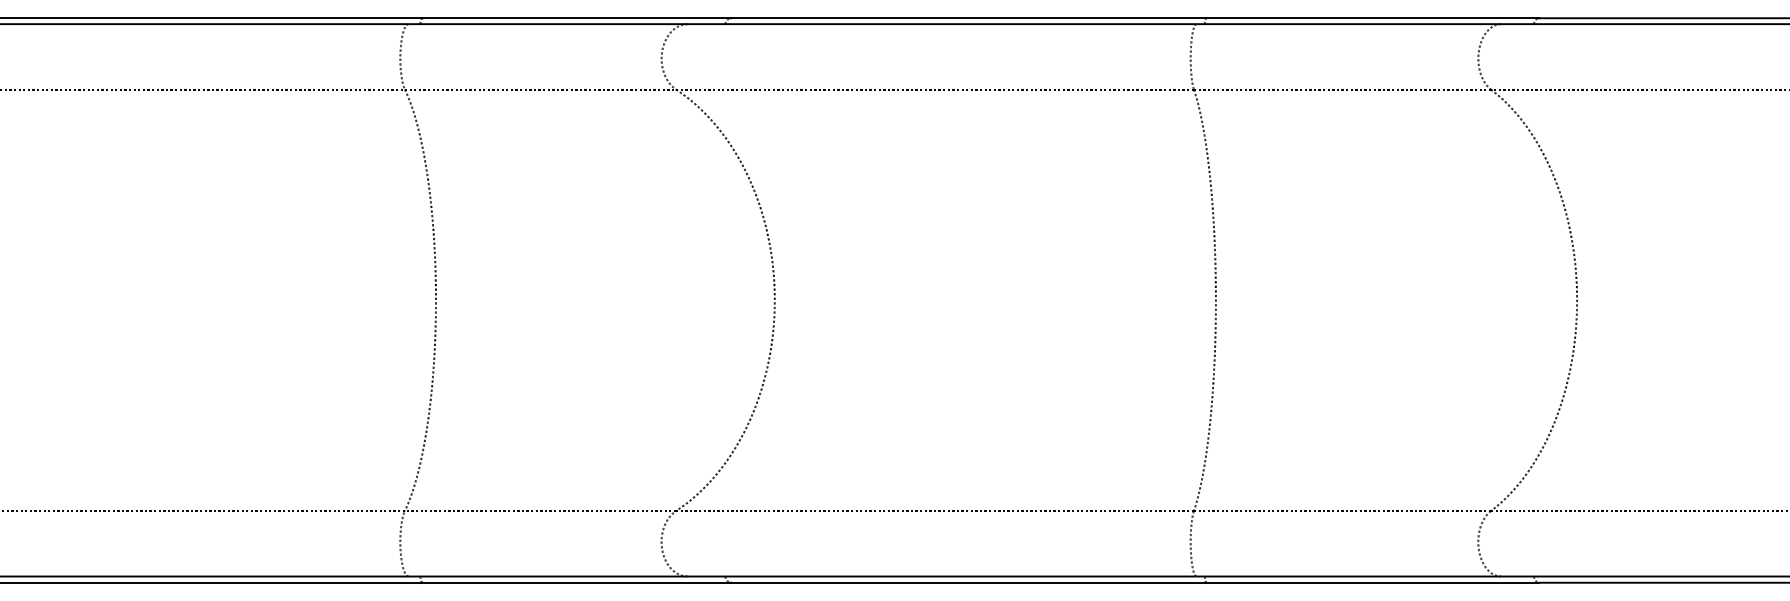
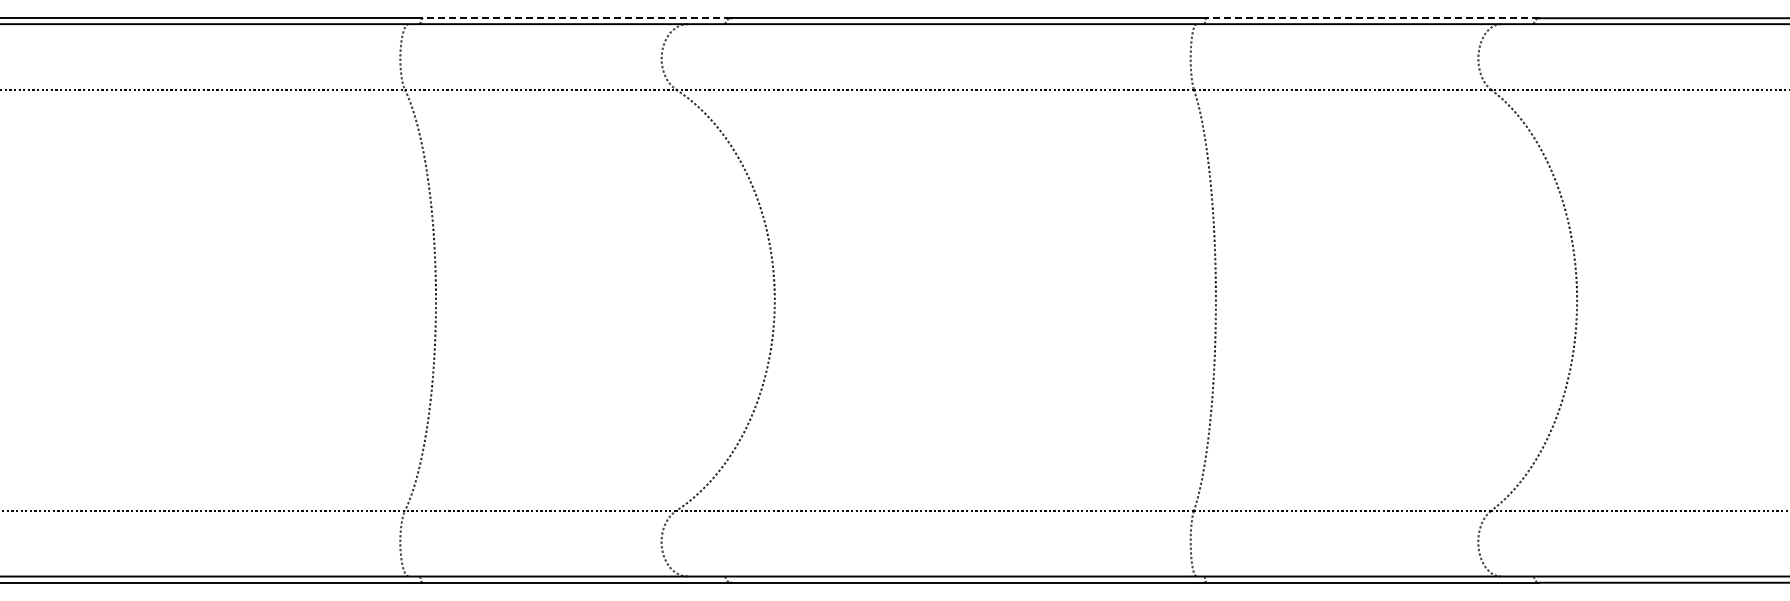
line at (576, 18): solid -> dashed
line at (1372, 18): solid -> dashed
